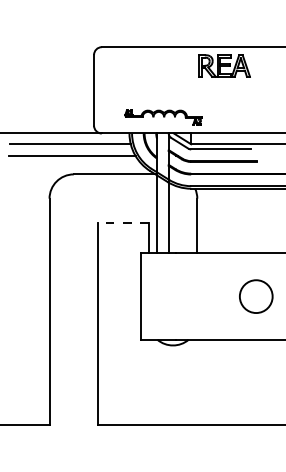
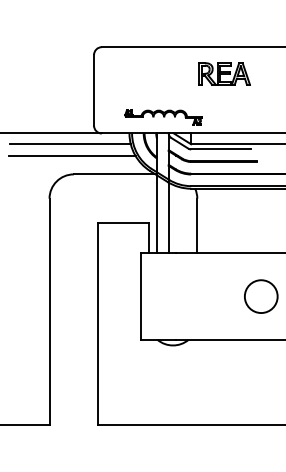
part at (224, 65) position: (224, 65) -> (224, 73)
line at (122, 222): dashed -> solid
circle at (256, 296) position: (256, 296) -> (261, 296)
